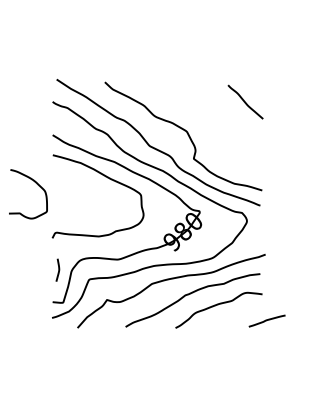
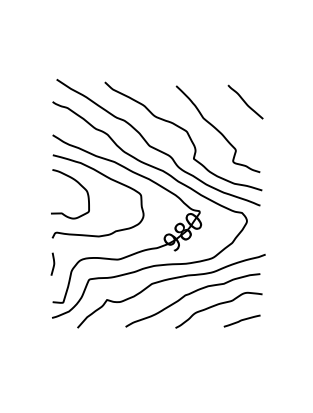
curve at (217, 129): none -> present
curve at (37, 185) position: (37, 185) -> (79, 185)
curve at (58, 269) position: (58, 269) -> (53, 263)
curve at (266, 320) position: (266, 320) -> (241, 320)
